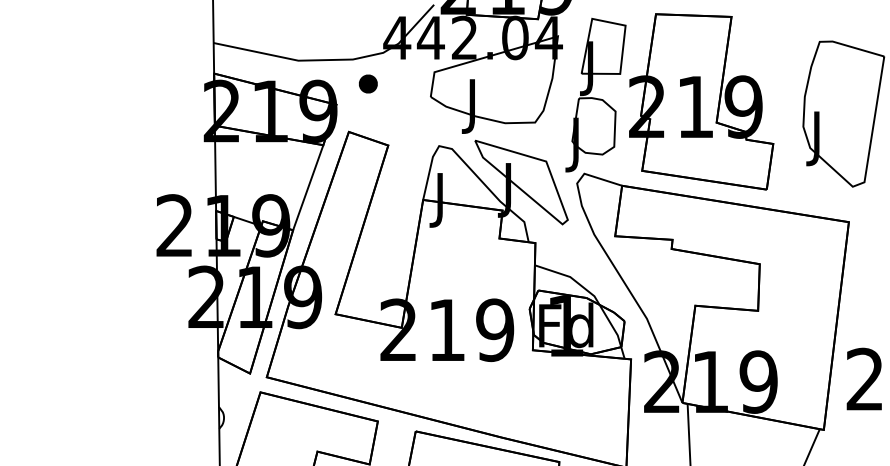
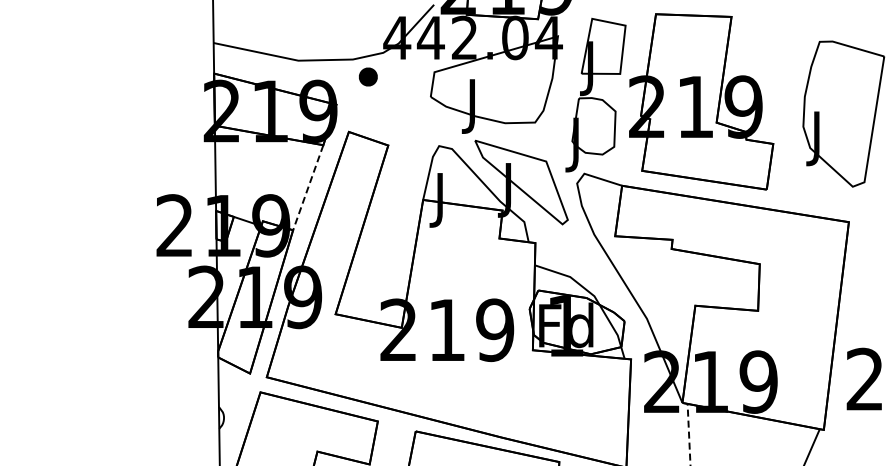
part at (368, 83) position: (368, 83) -> (368, 76)
line at (308, 188): solid -> dashed
line at (689, 434): solid -> dashed
